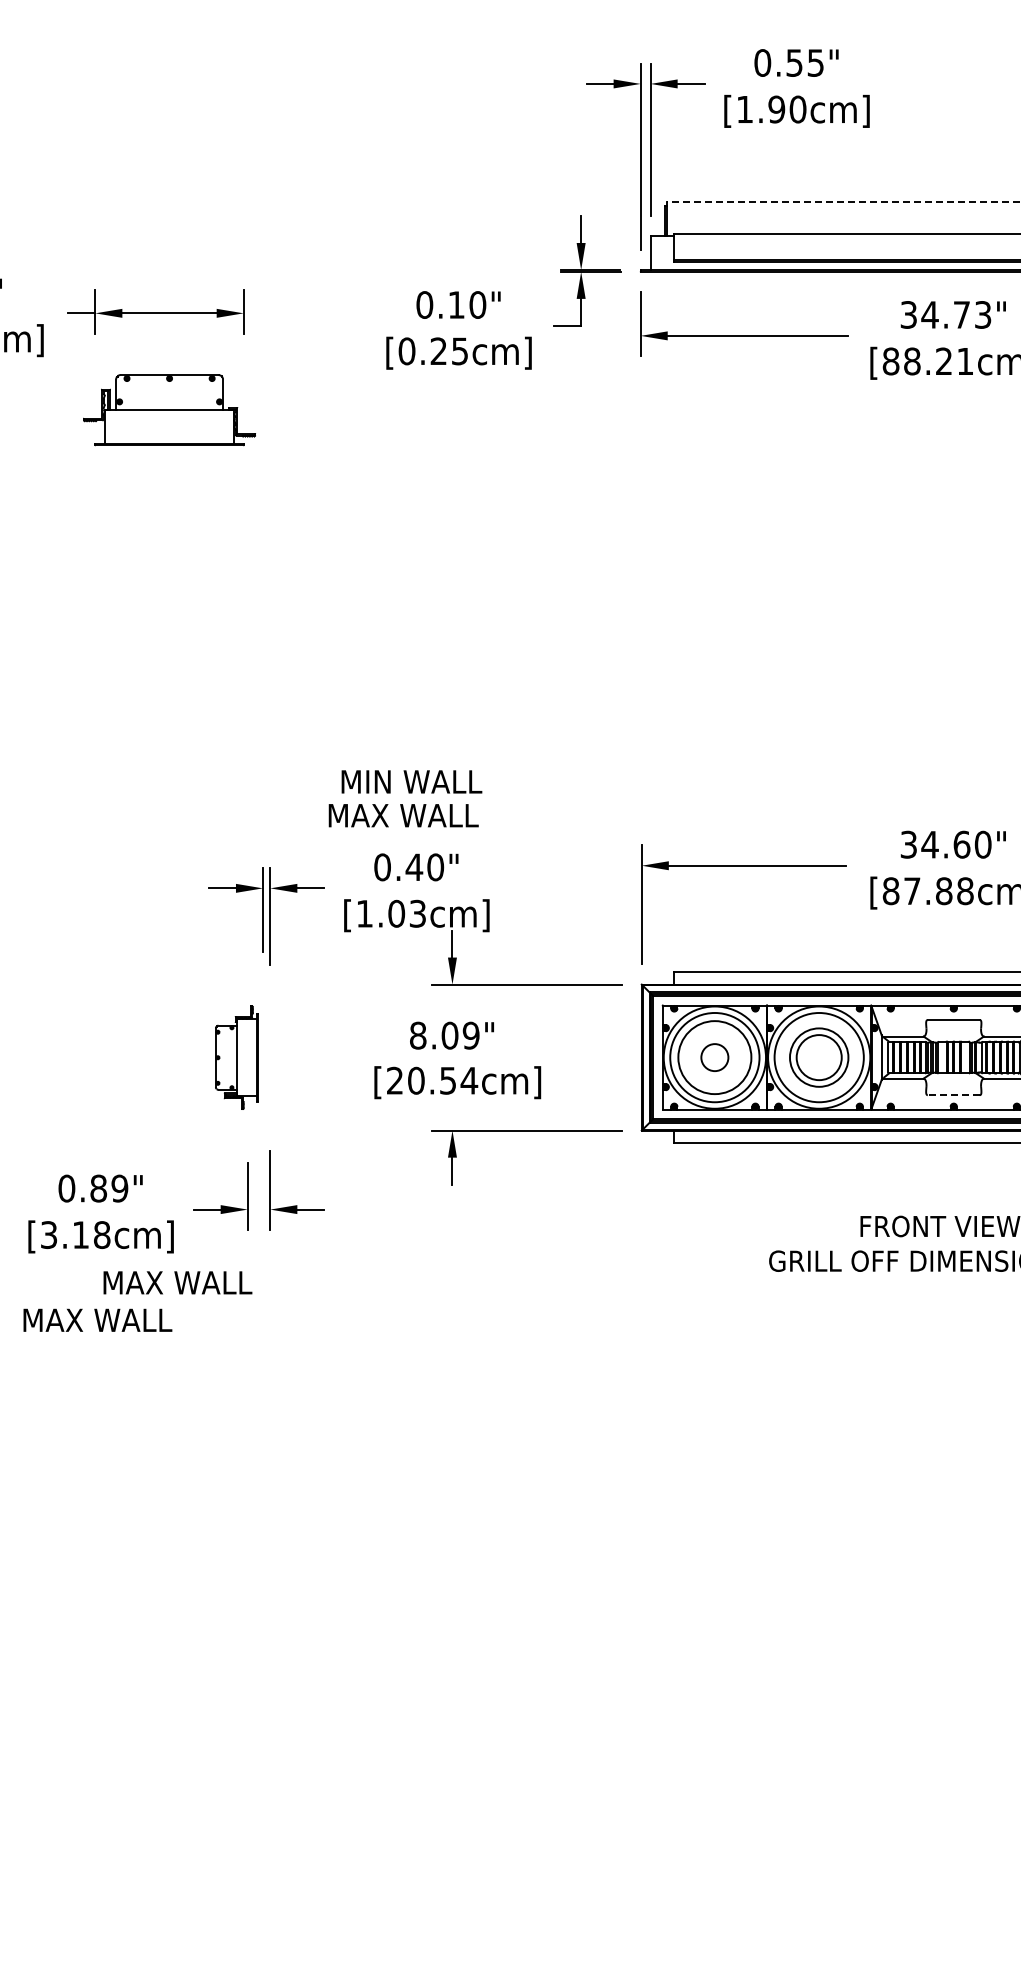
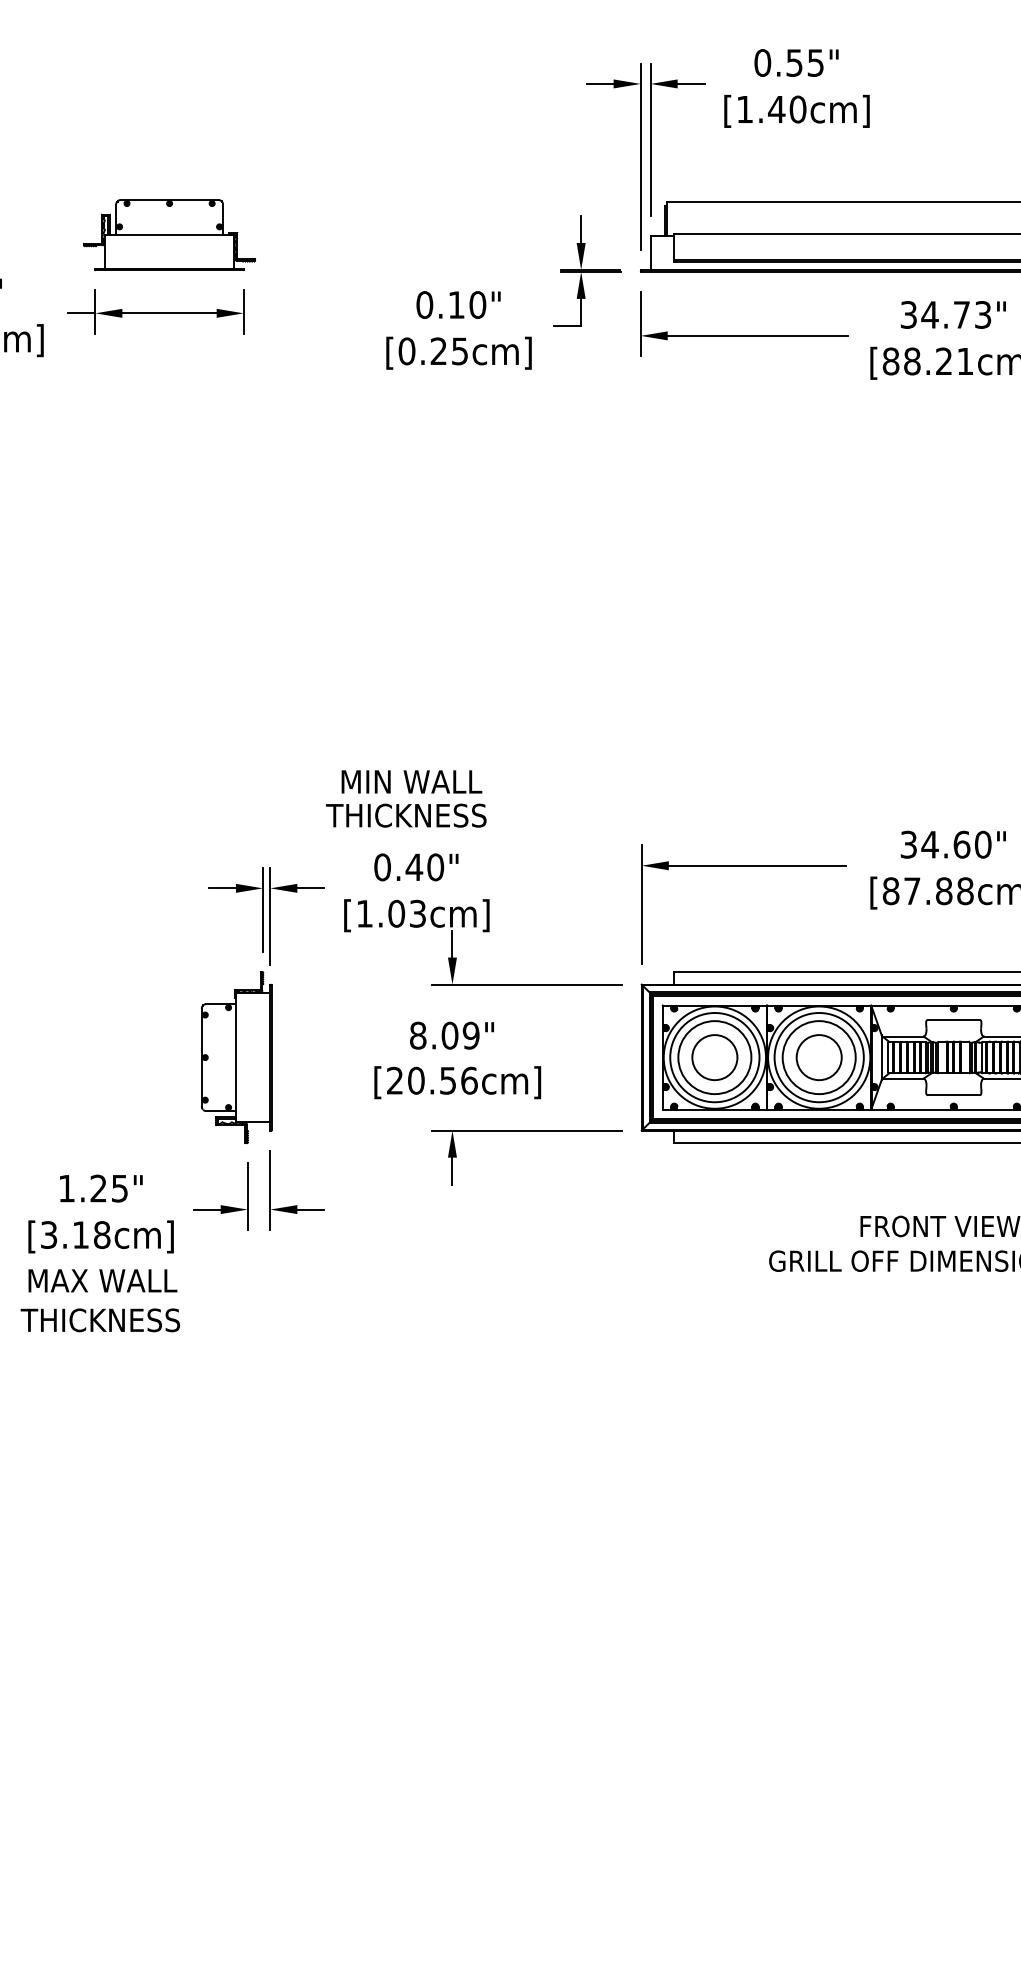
text at (776, 109): [1.90cm] -> [1.40cm]
line at (843, 201): dashed -> solid
part at (169, 410) position: (169, 410) -> (169, 235)
text at (406, 815): MAX WALL -> THICKNESS
part at (236, 1057) size: 44x105 px -> 72x174 px
circle at (714, 1057) diameter: 27 px -> 45 px
circle at (819, 1057) diameter: 58 px -> 73 px
text at (469, 1080): [20.54cm] -> [20.56cm]
line at (953, 1095): dashed -> solid
text at (93, 1188): 0.89" -> 1.25"
text at (177, 1282) position: (177, 1282) -> (102, 1280)
text at (100, 1320): MAX WALL -> THICKNESS
